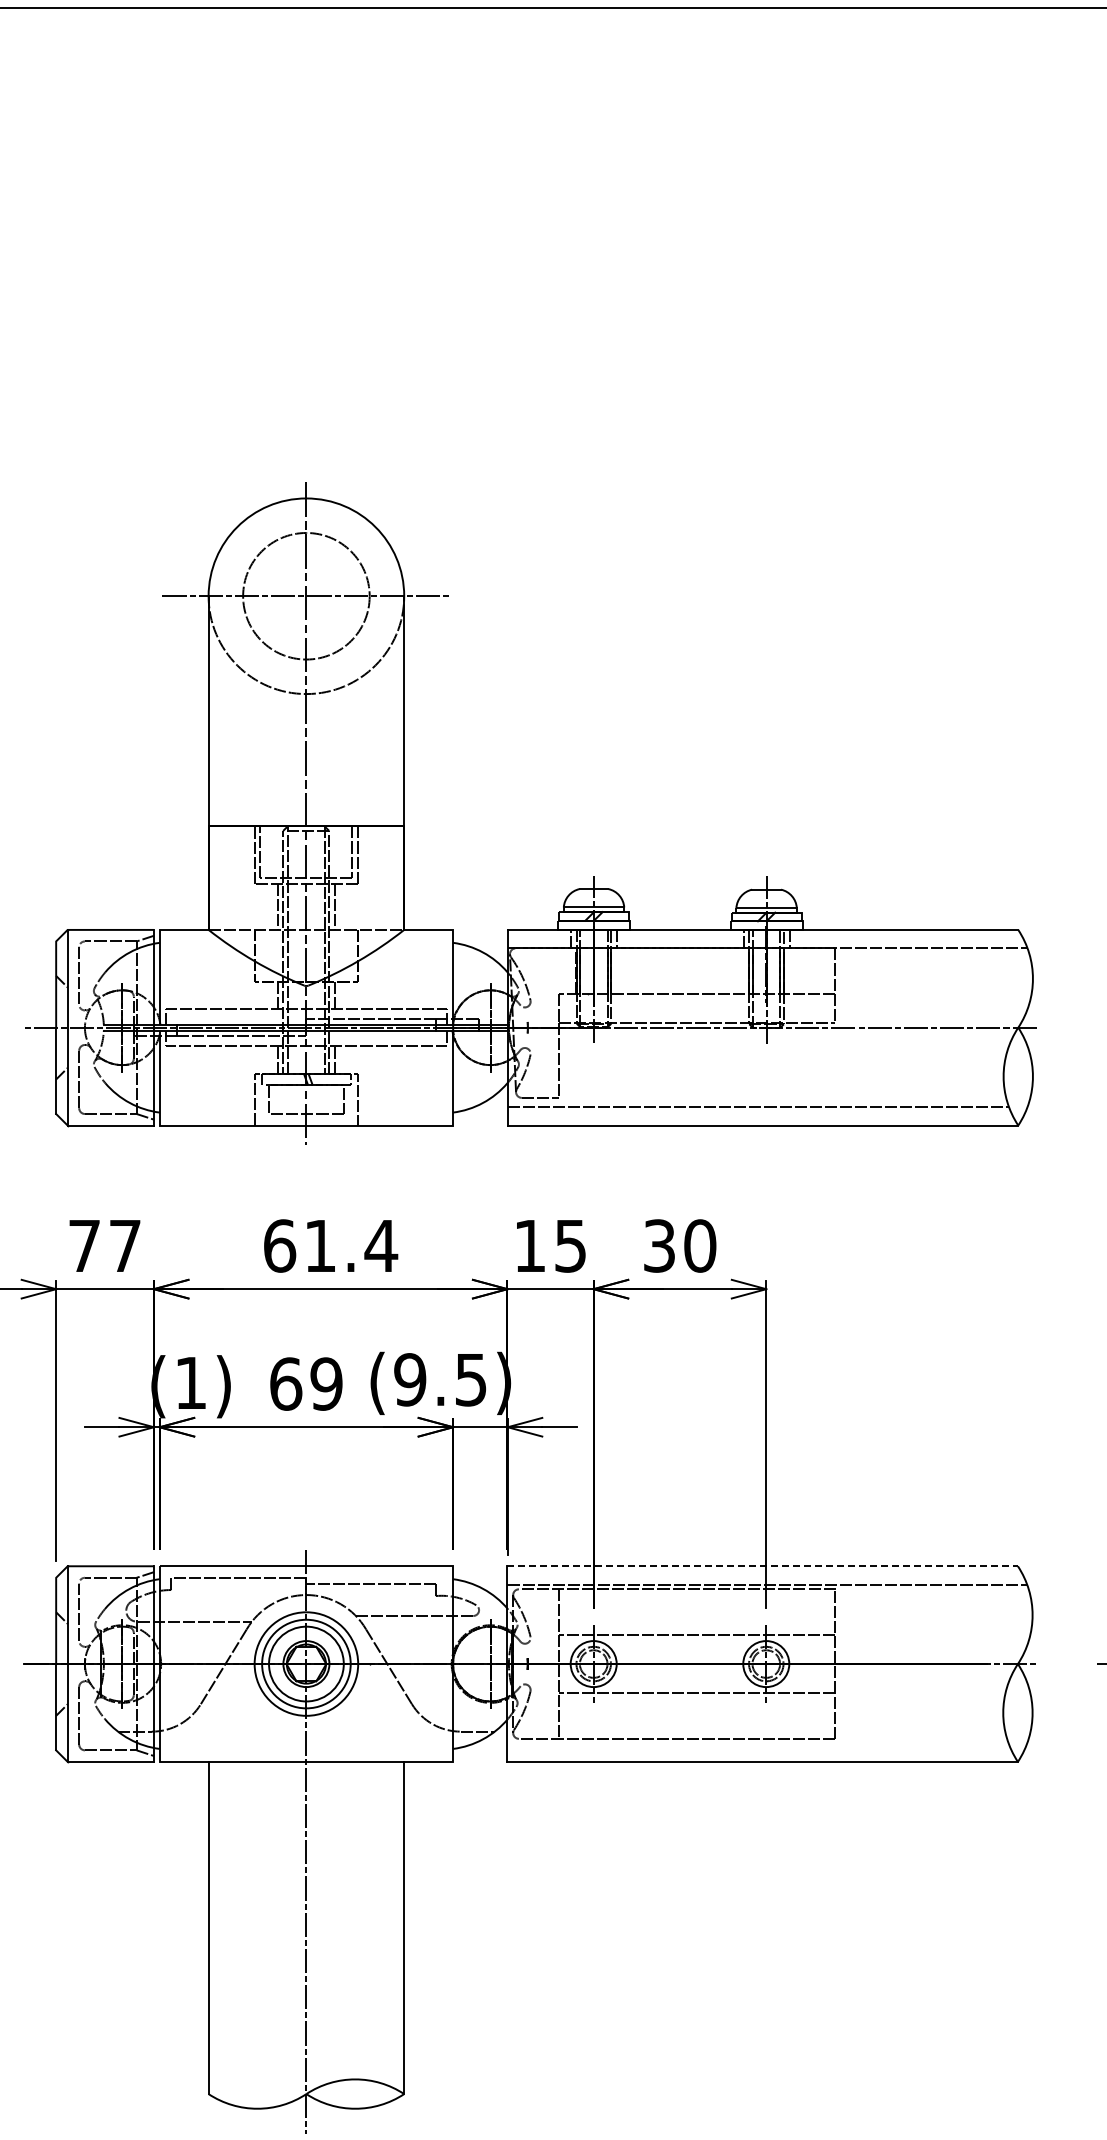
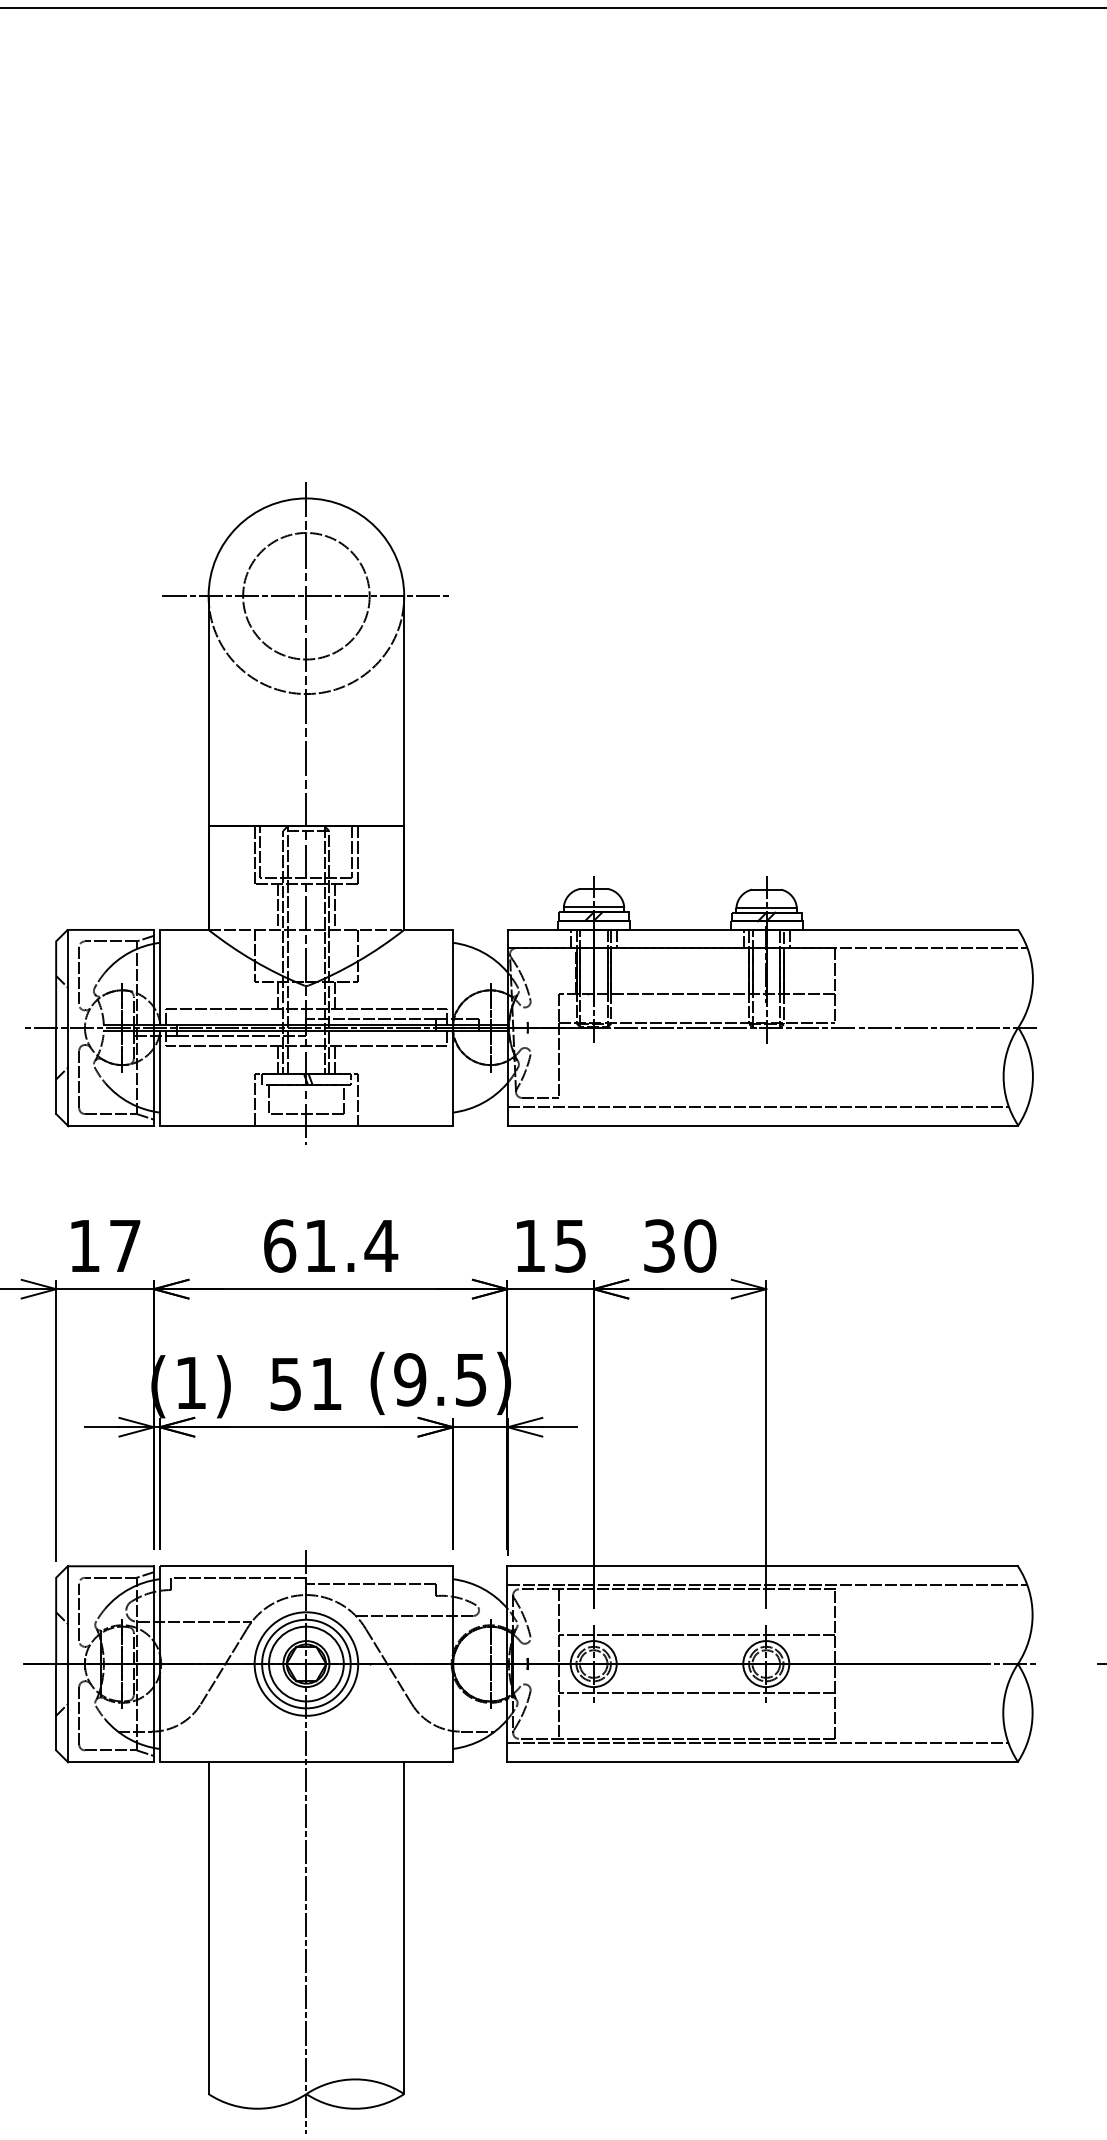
text at (84, 1245): 77 -> 17
text at (306, 1383): 69 -> 51
line at (763, 1566): dashed -> solid
line at (757, 1743): none -> present
